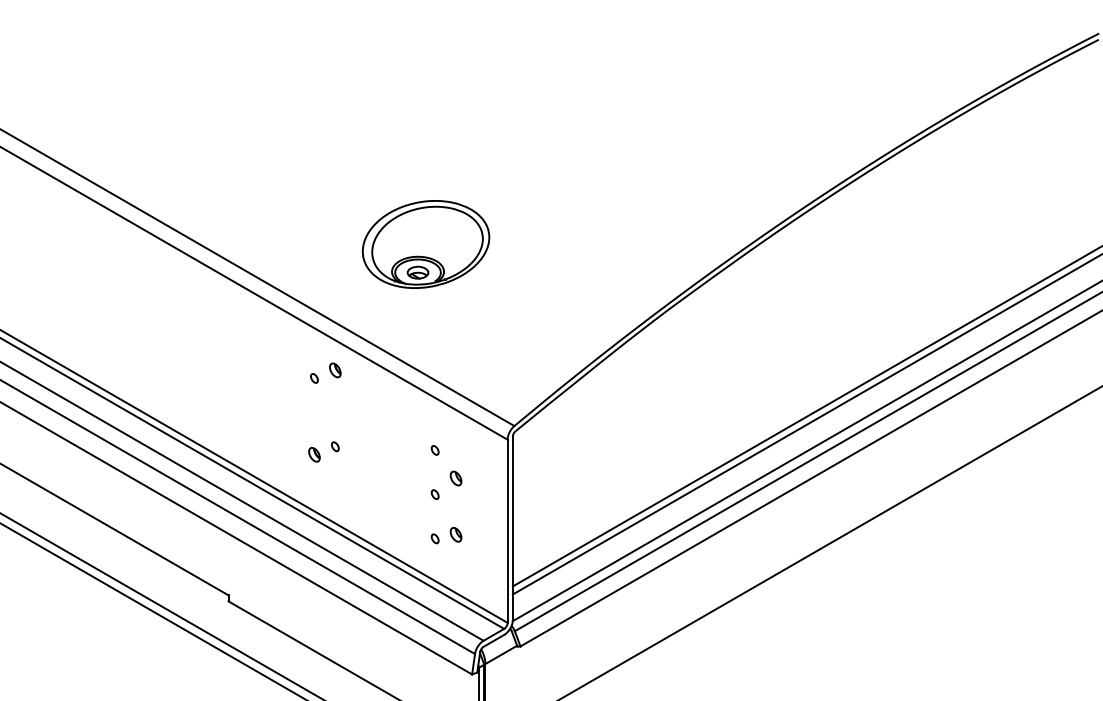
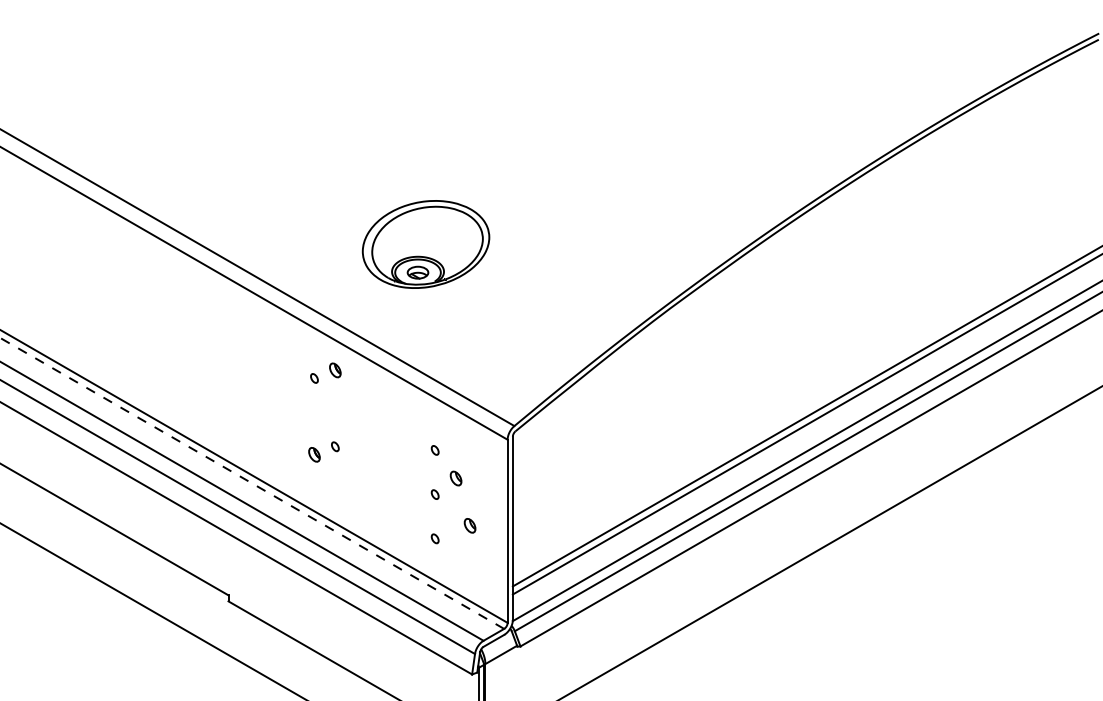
line at (252, 483): solid -> dashed
part at (455, 534) position: (455, 534) -> (469, 525)
line at (160, 605): present -> none
